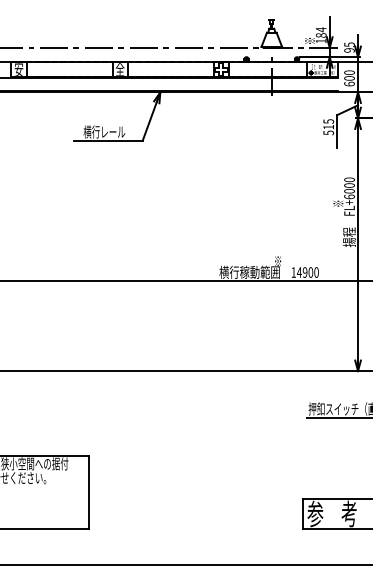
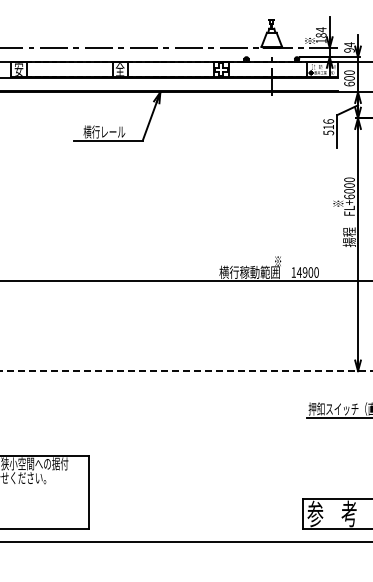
text at (349, 44): 95 -> 94
text at (328, 121): 515 -> 516
line at (186, 371): solid -> dashed
line at (185, 564) position: (185, 564) -> (185, 541)
